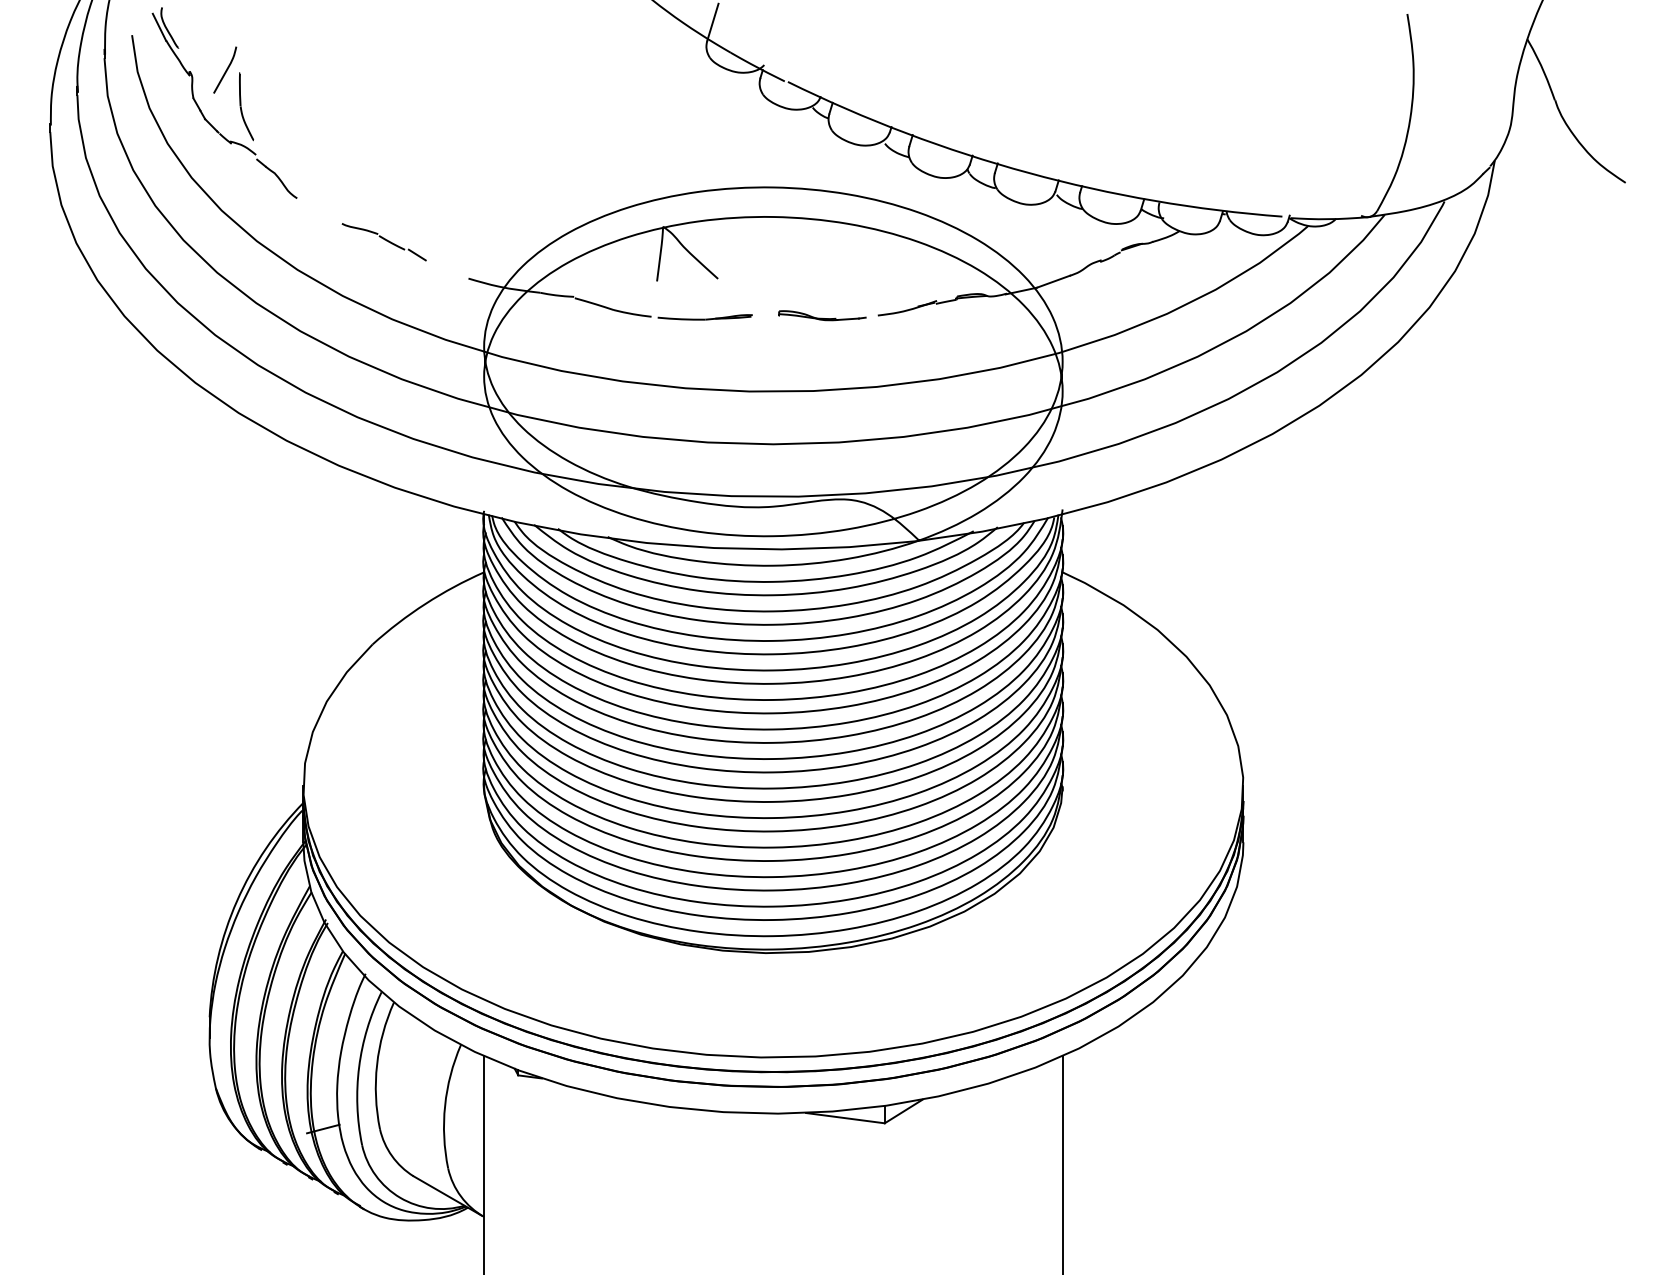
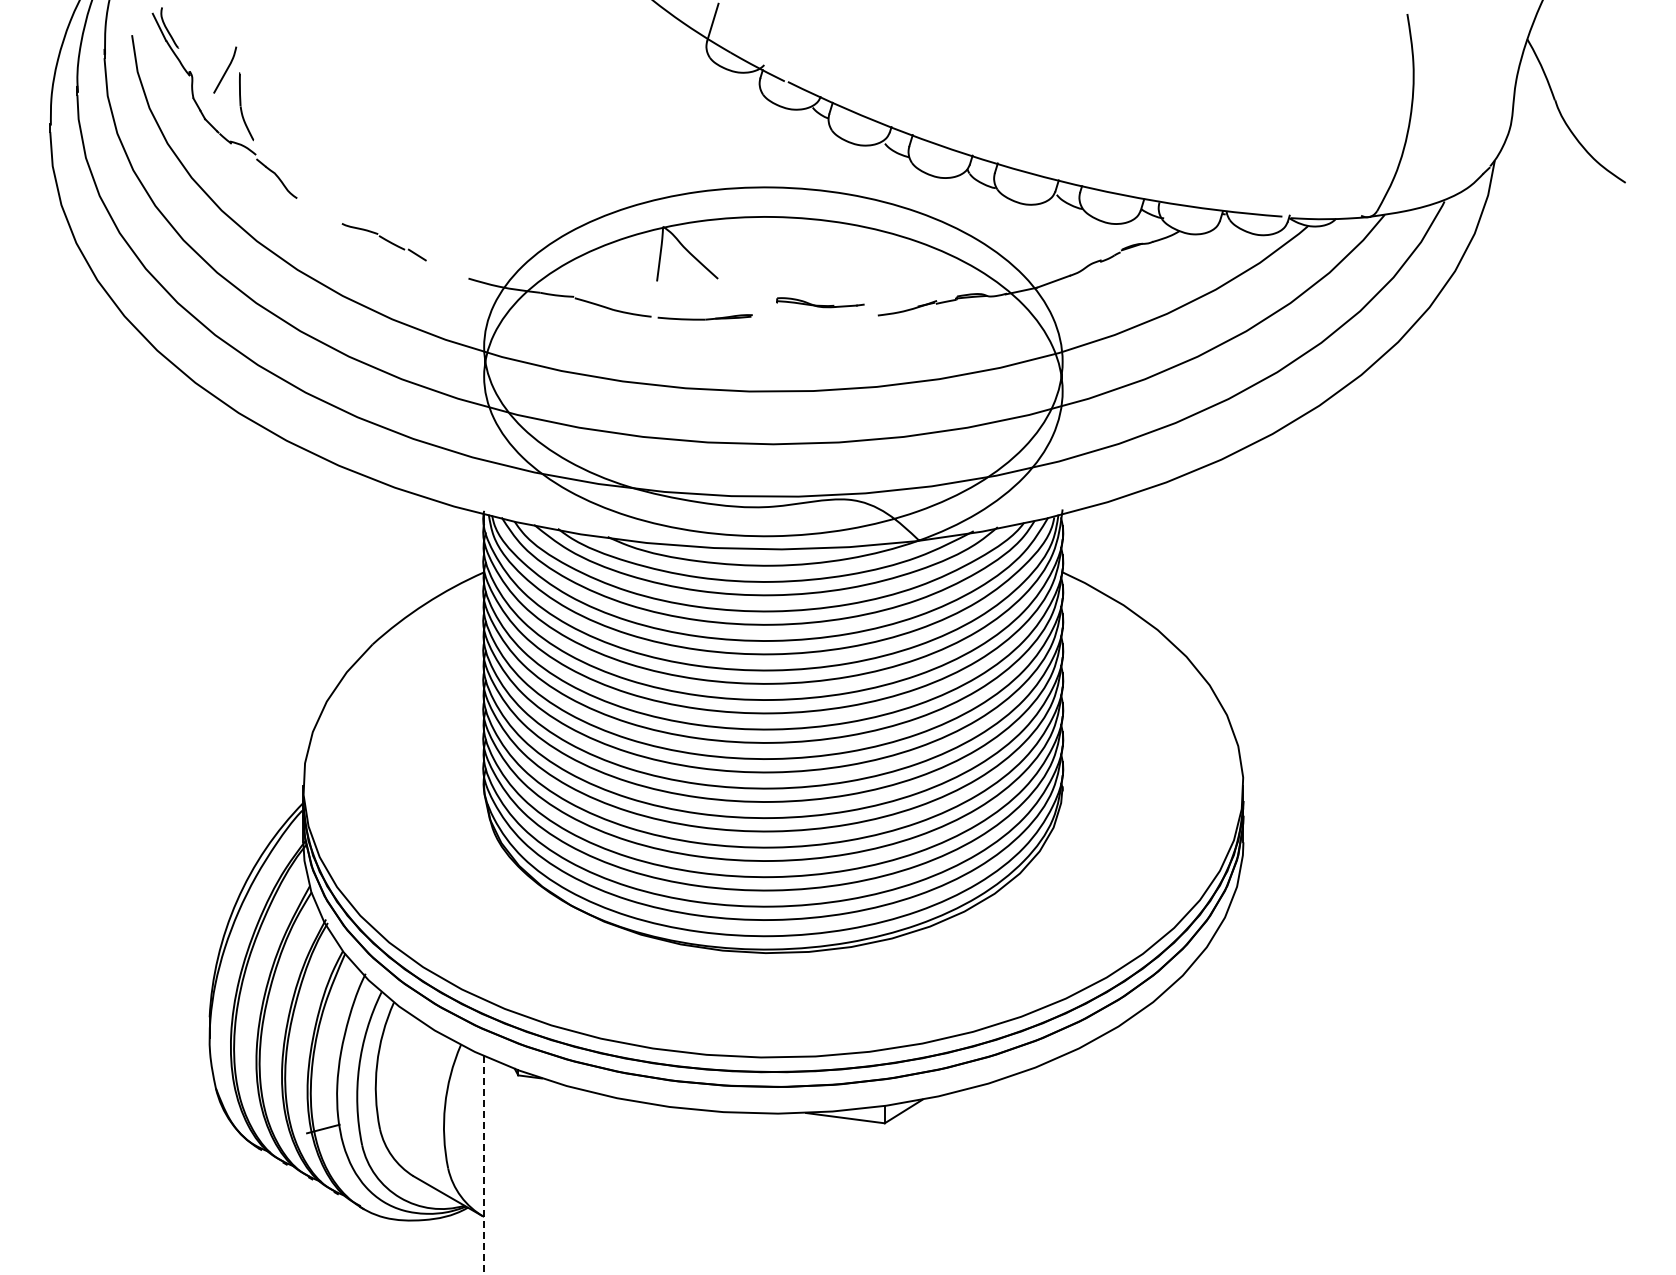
part at (822, 315) position: (822, 315) -> (820, 302)
line at (1062, 1163): present -> none
line at (484, 1165): solid -> dashed
